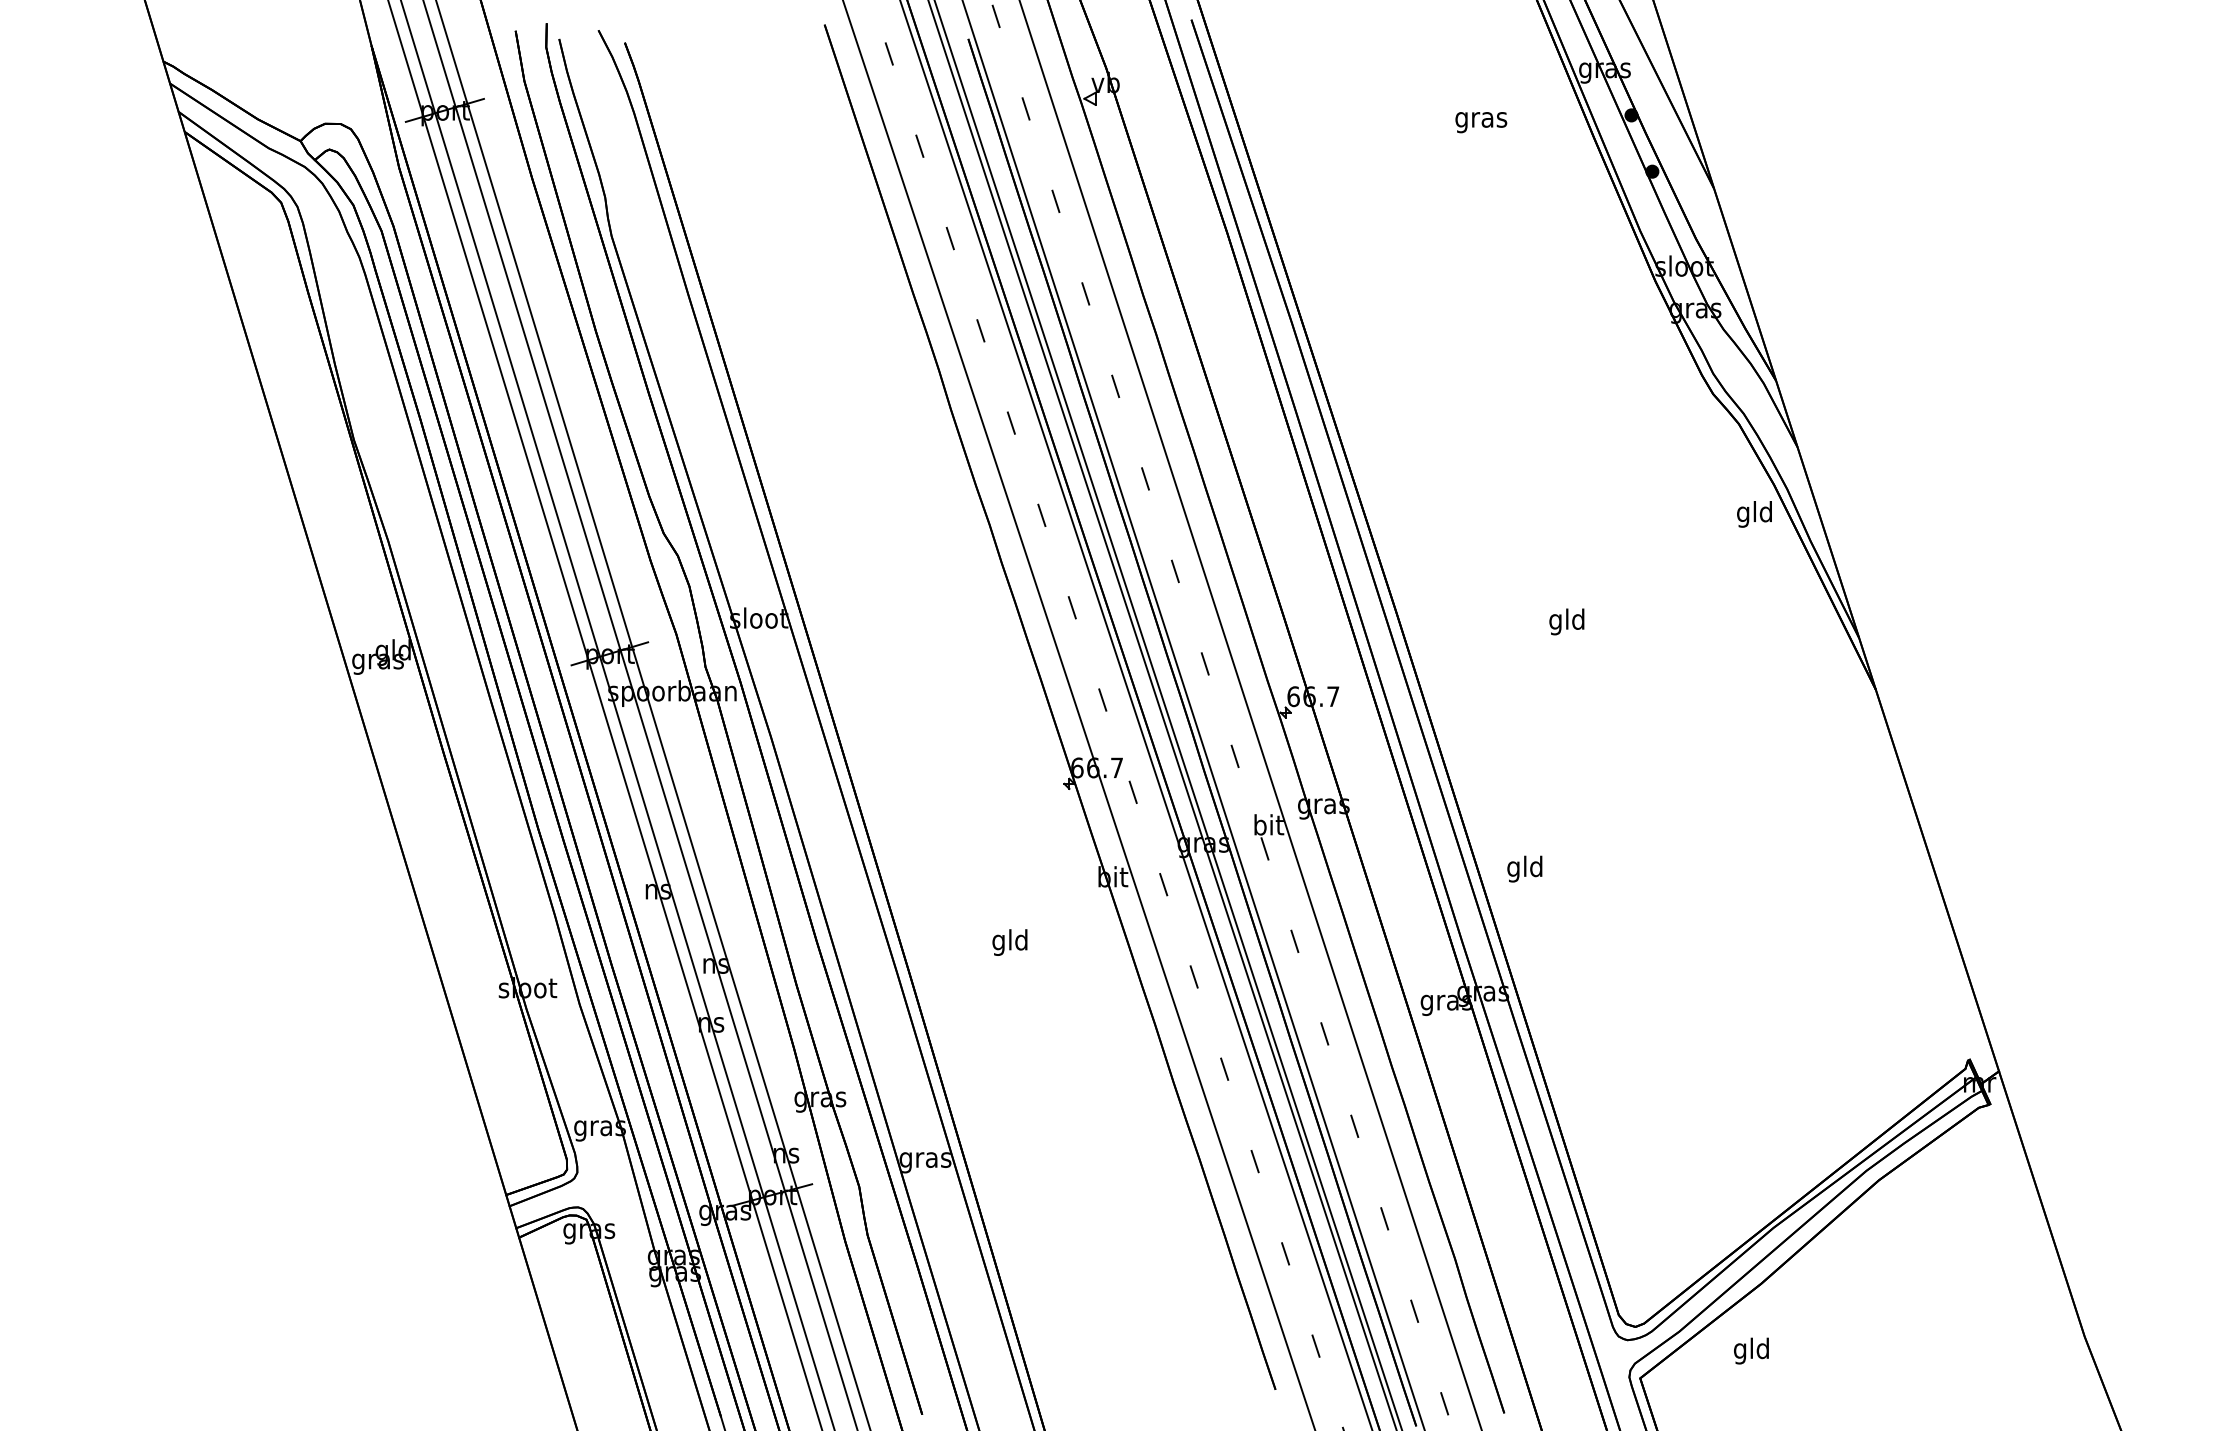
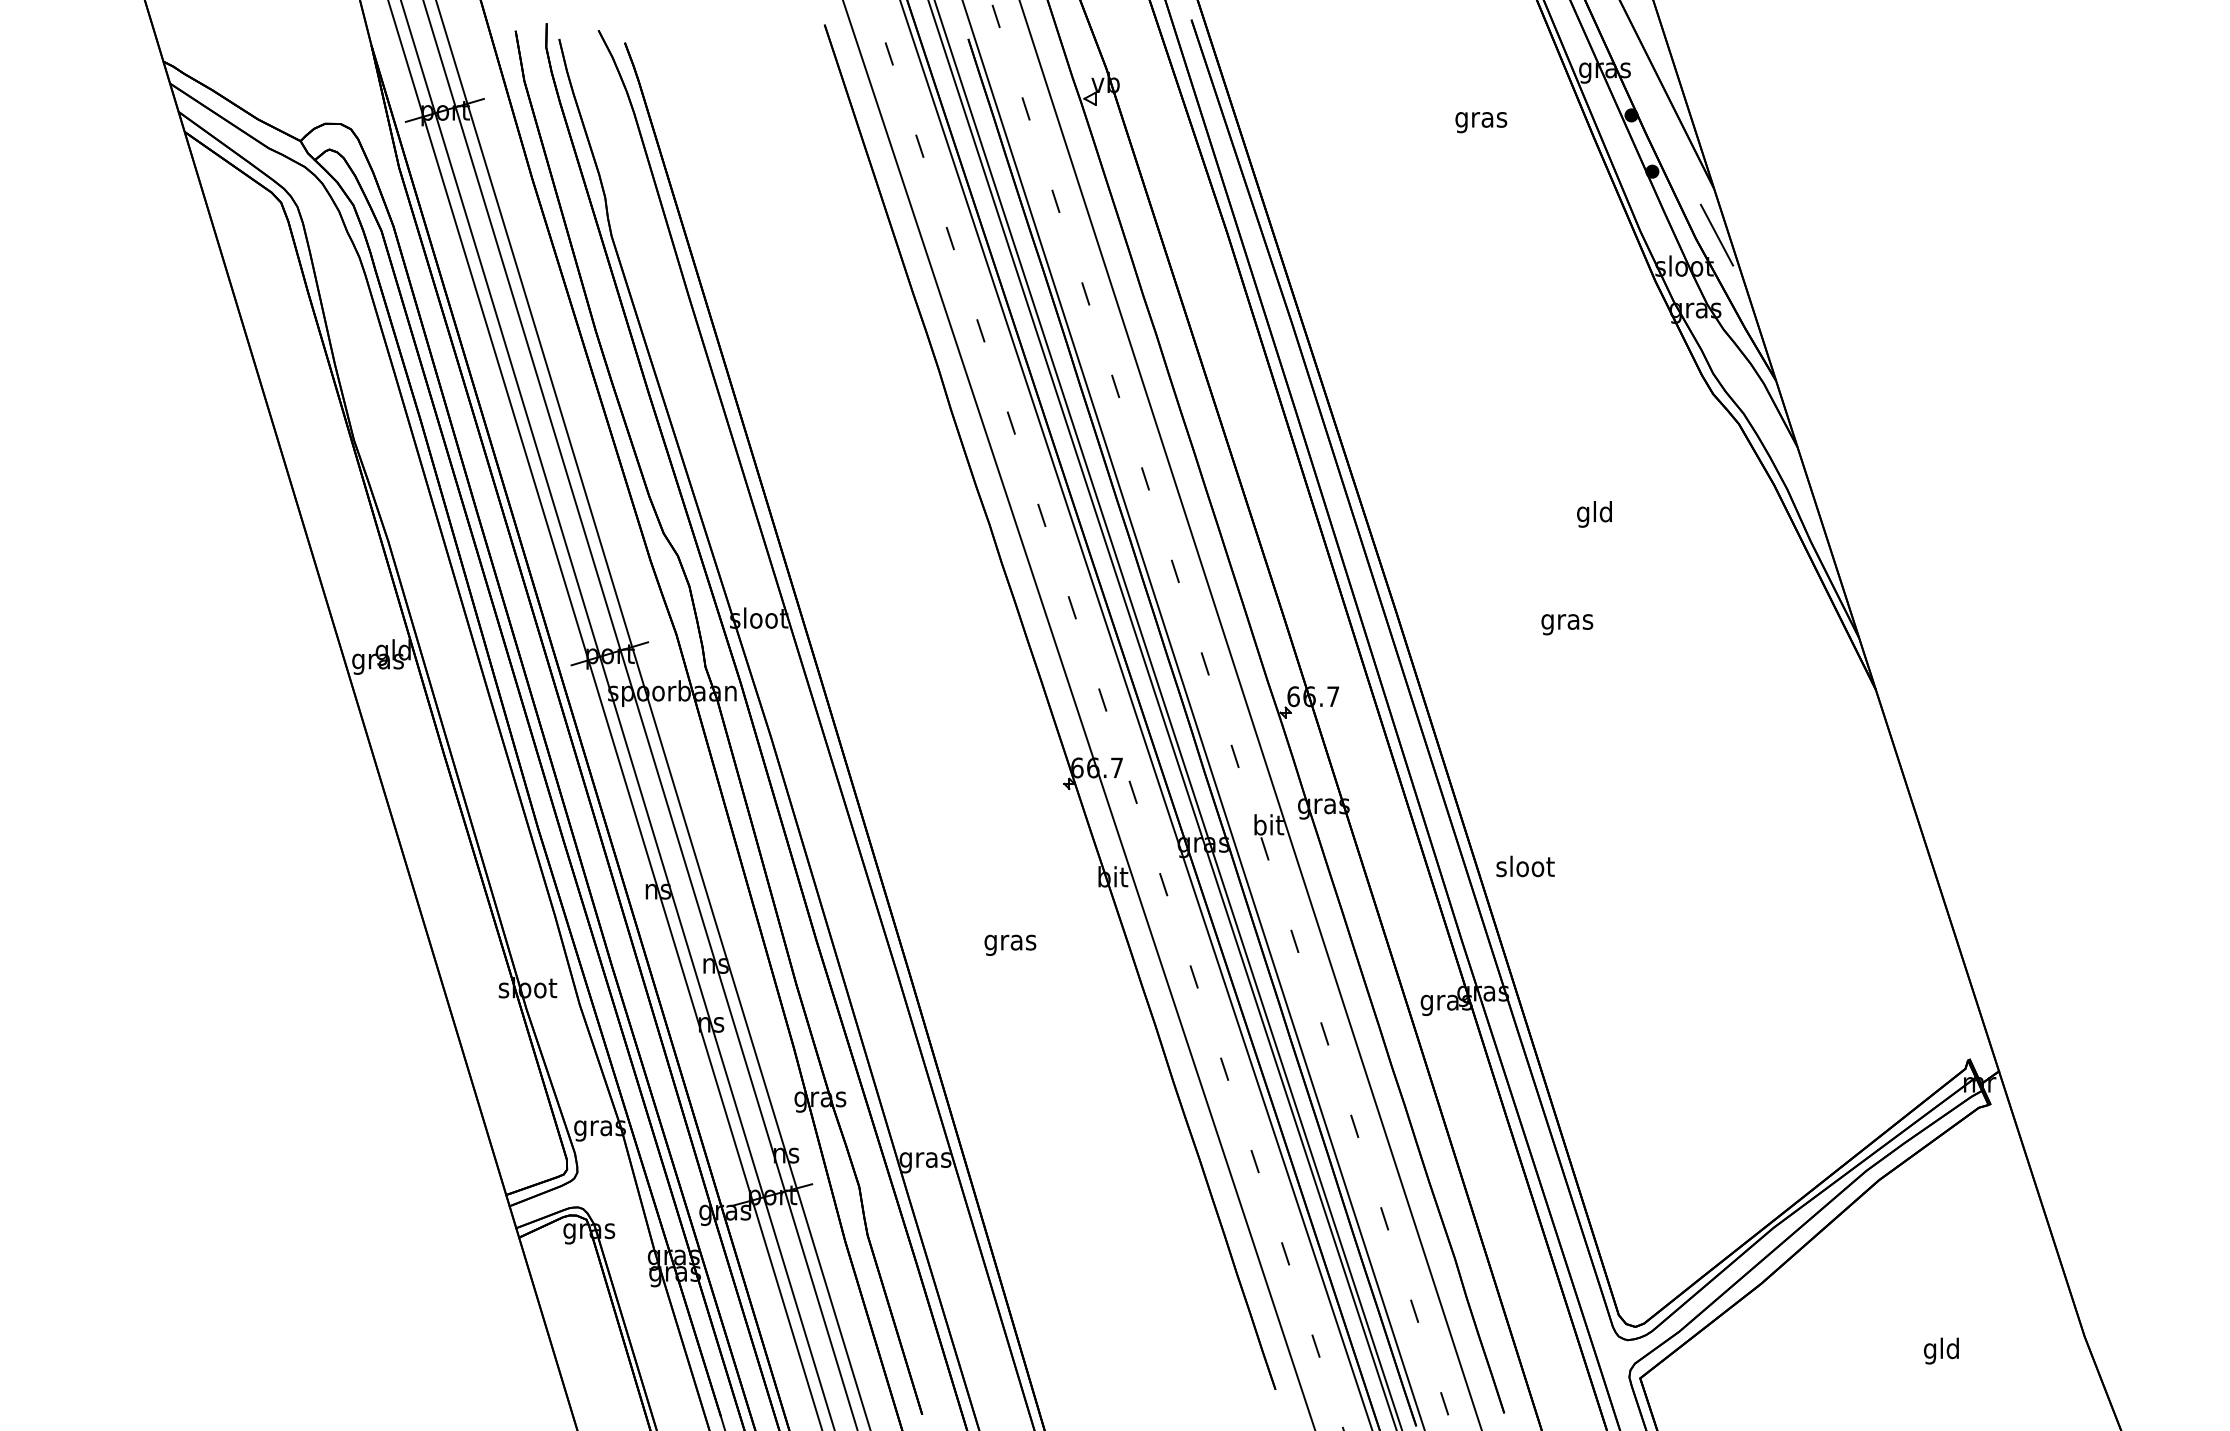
line at (1716, 234): none -> present
text at (1754, 514) position: (1754, 514) -> (1594, 514)
text at (1567, 621): gld -> gras
text at (1525, 868): gld -> sloot
text at (1010, 942): gld -> gras
text at (1751, 1350) position: (1751, 1350) -> (1941, 1350)
